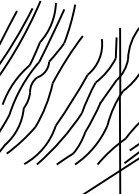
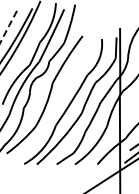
arc at (8, 27): solid -> dashed
